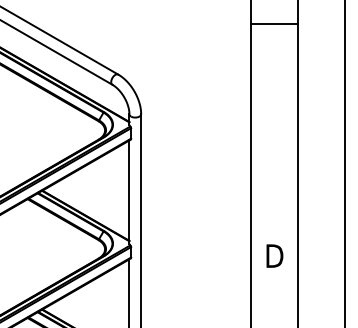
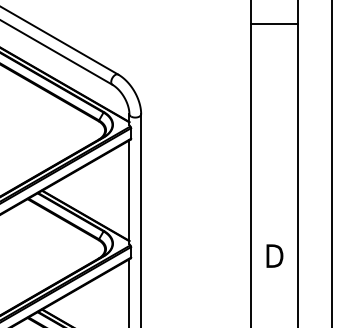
line at (344, 163) position: (344, 163) -> (331, 163)
